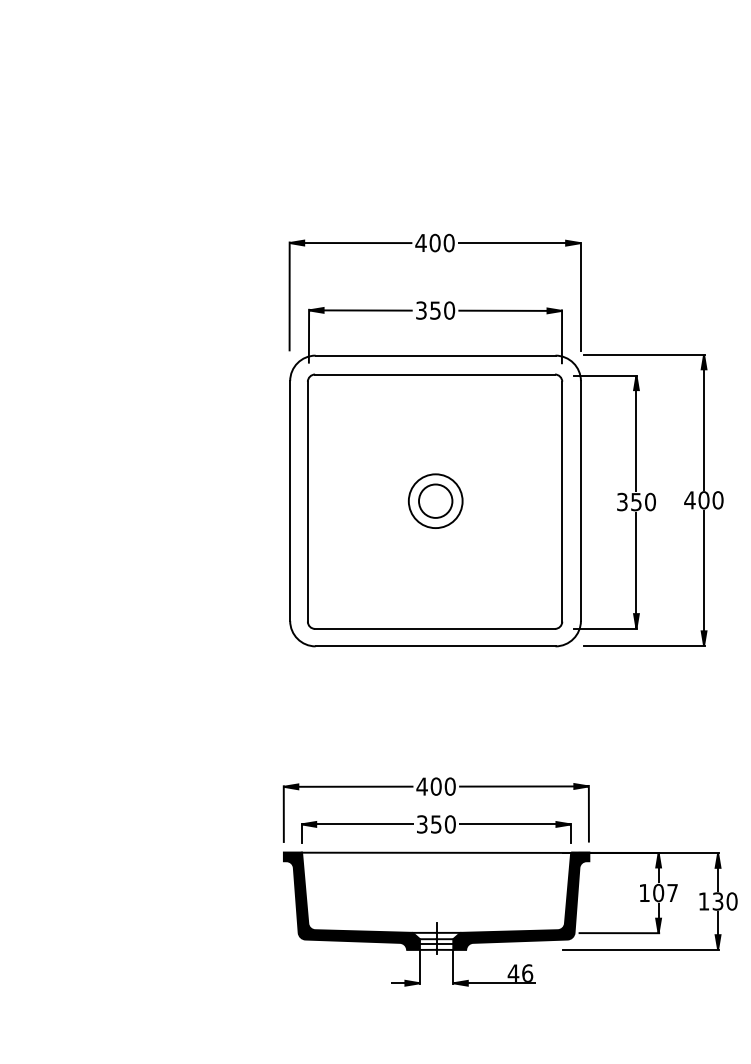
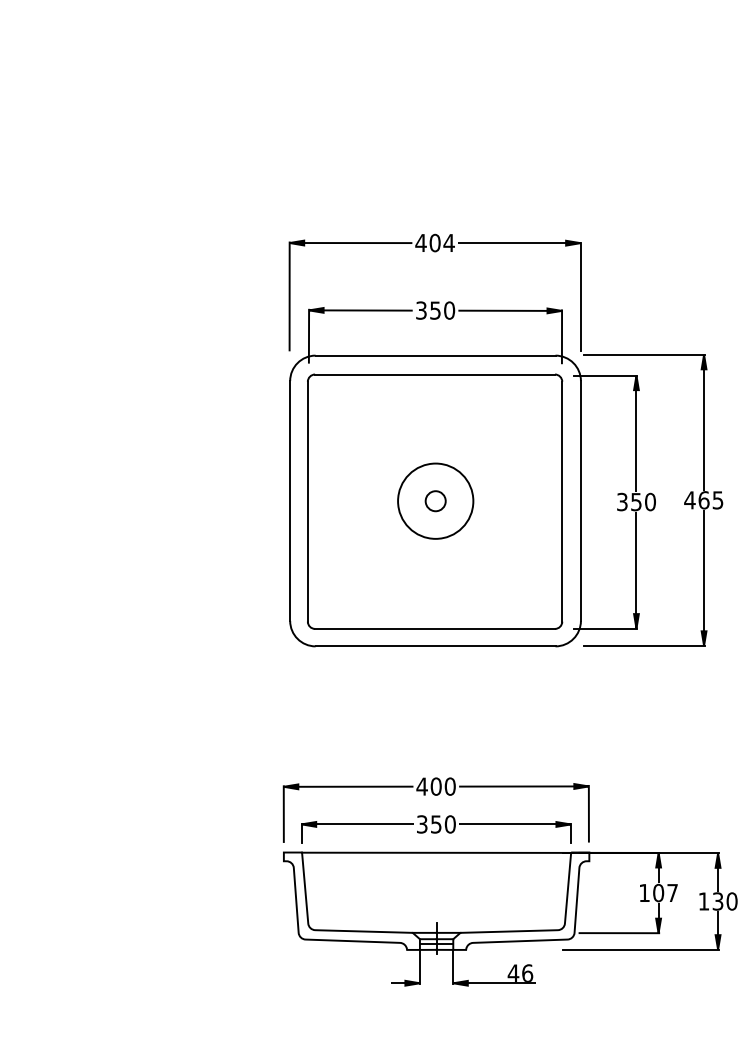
text at (448, 242): 400 -> 404
circle at (435, 500) diameter: 33 px -> 20 px
text at (710, 500): 400 -> 465
circle at (435, 501) diameter: 54 px -> 75 px
fill at (351, 900): present -> none
fill at (521, 900): present -> none
